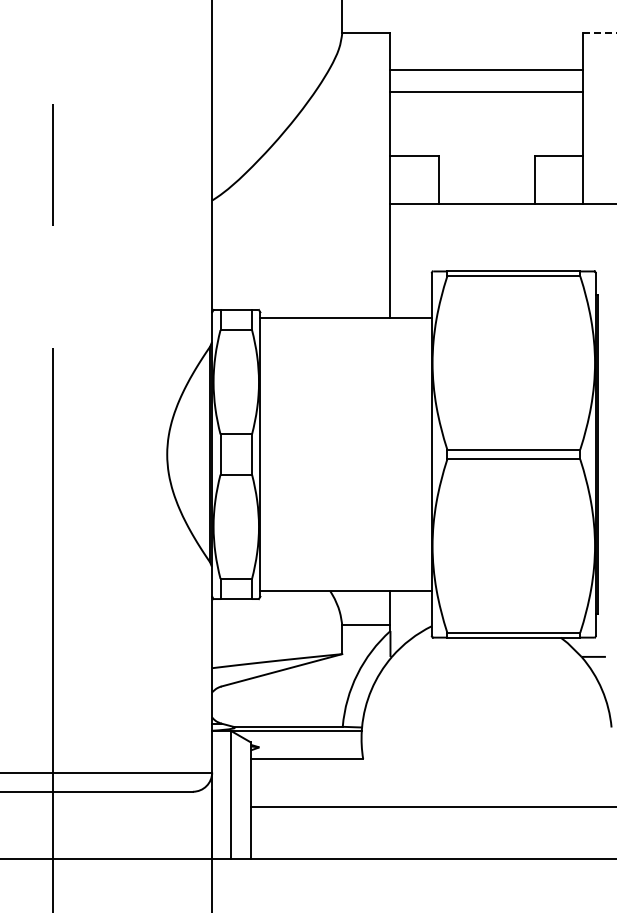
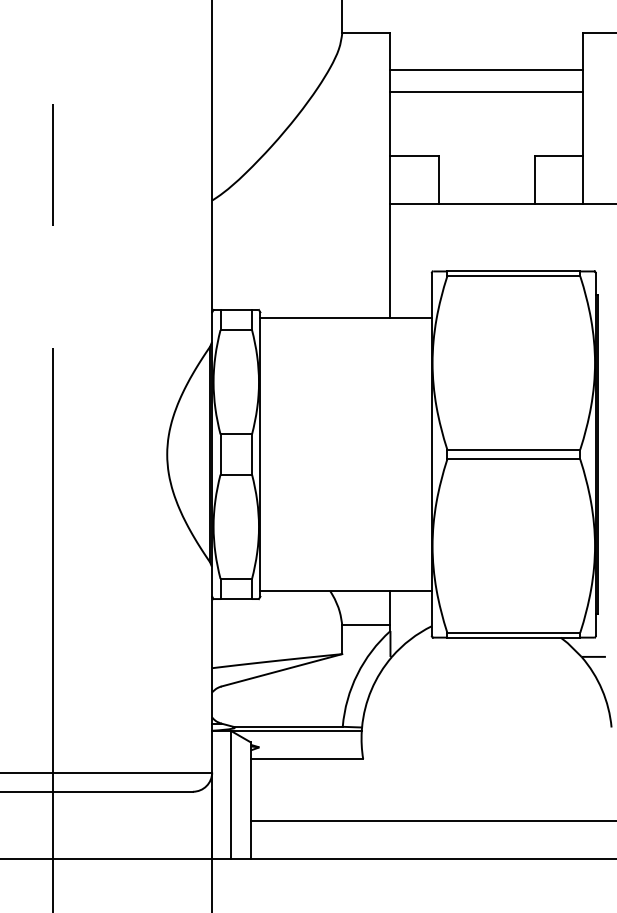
line at (599, 33): dashed -> solid
line at (431, 806) position: (431, 806) -> (431, 820)
